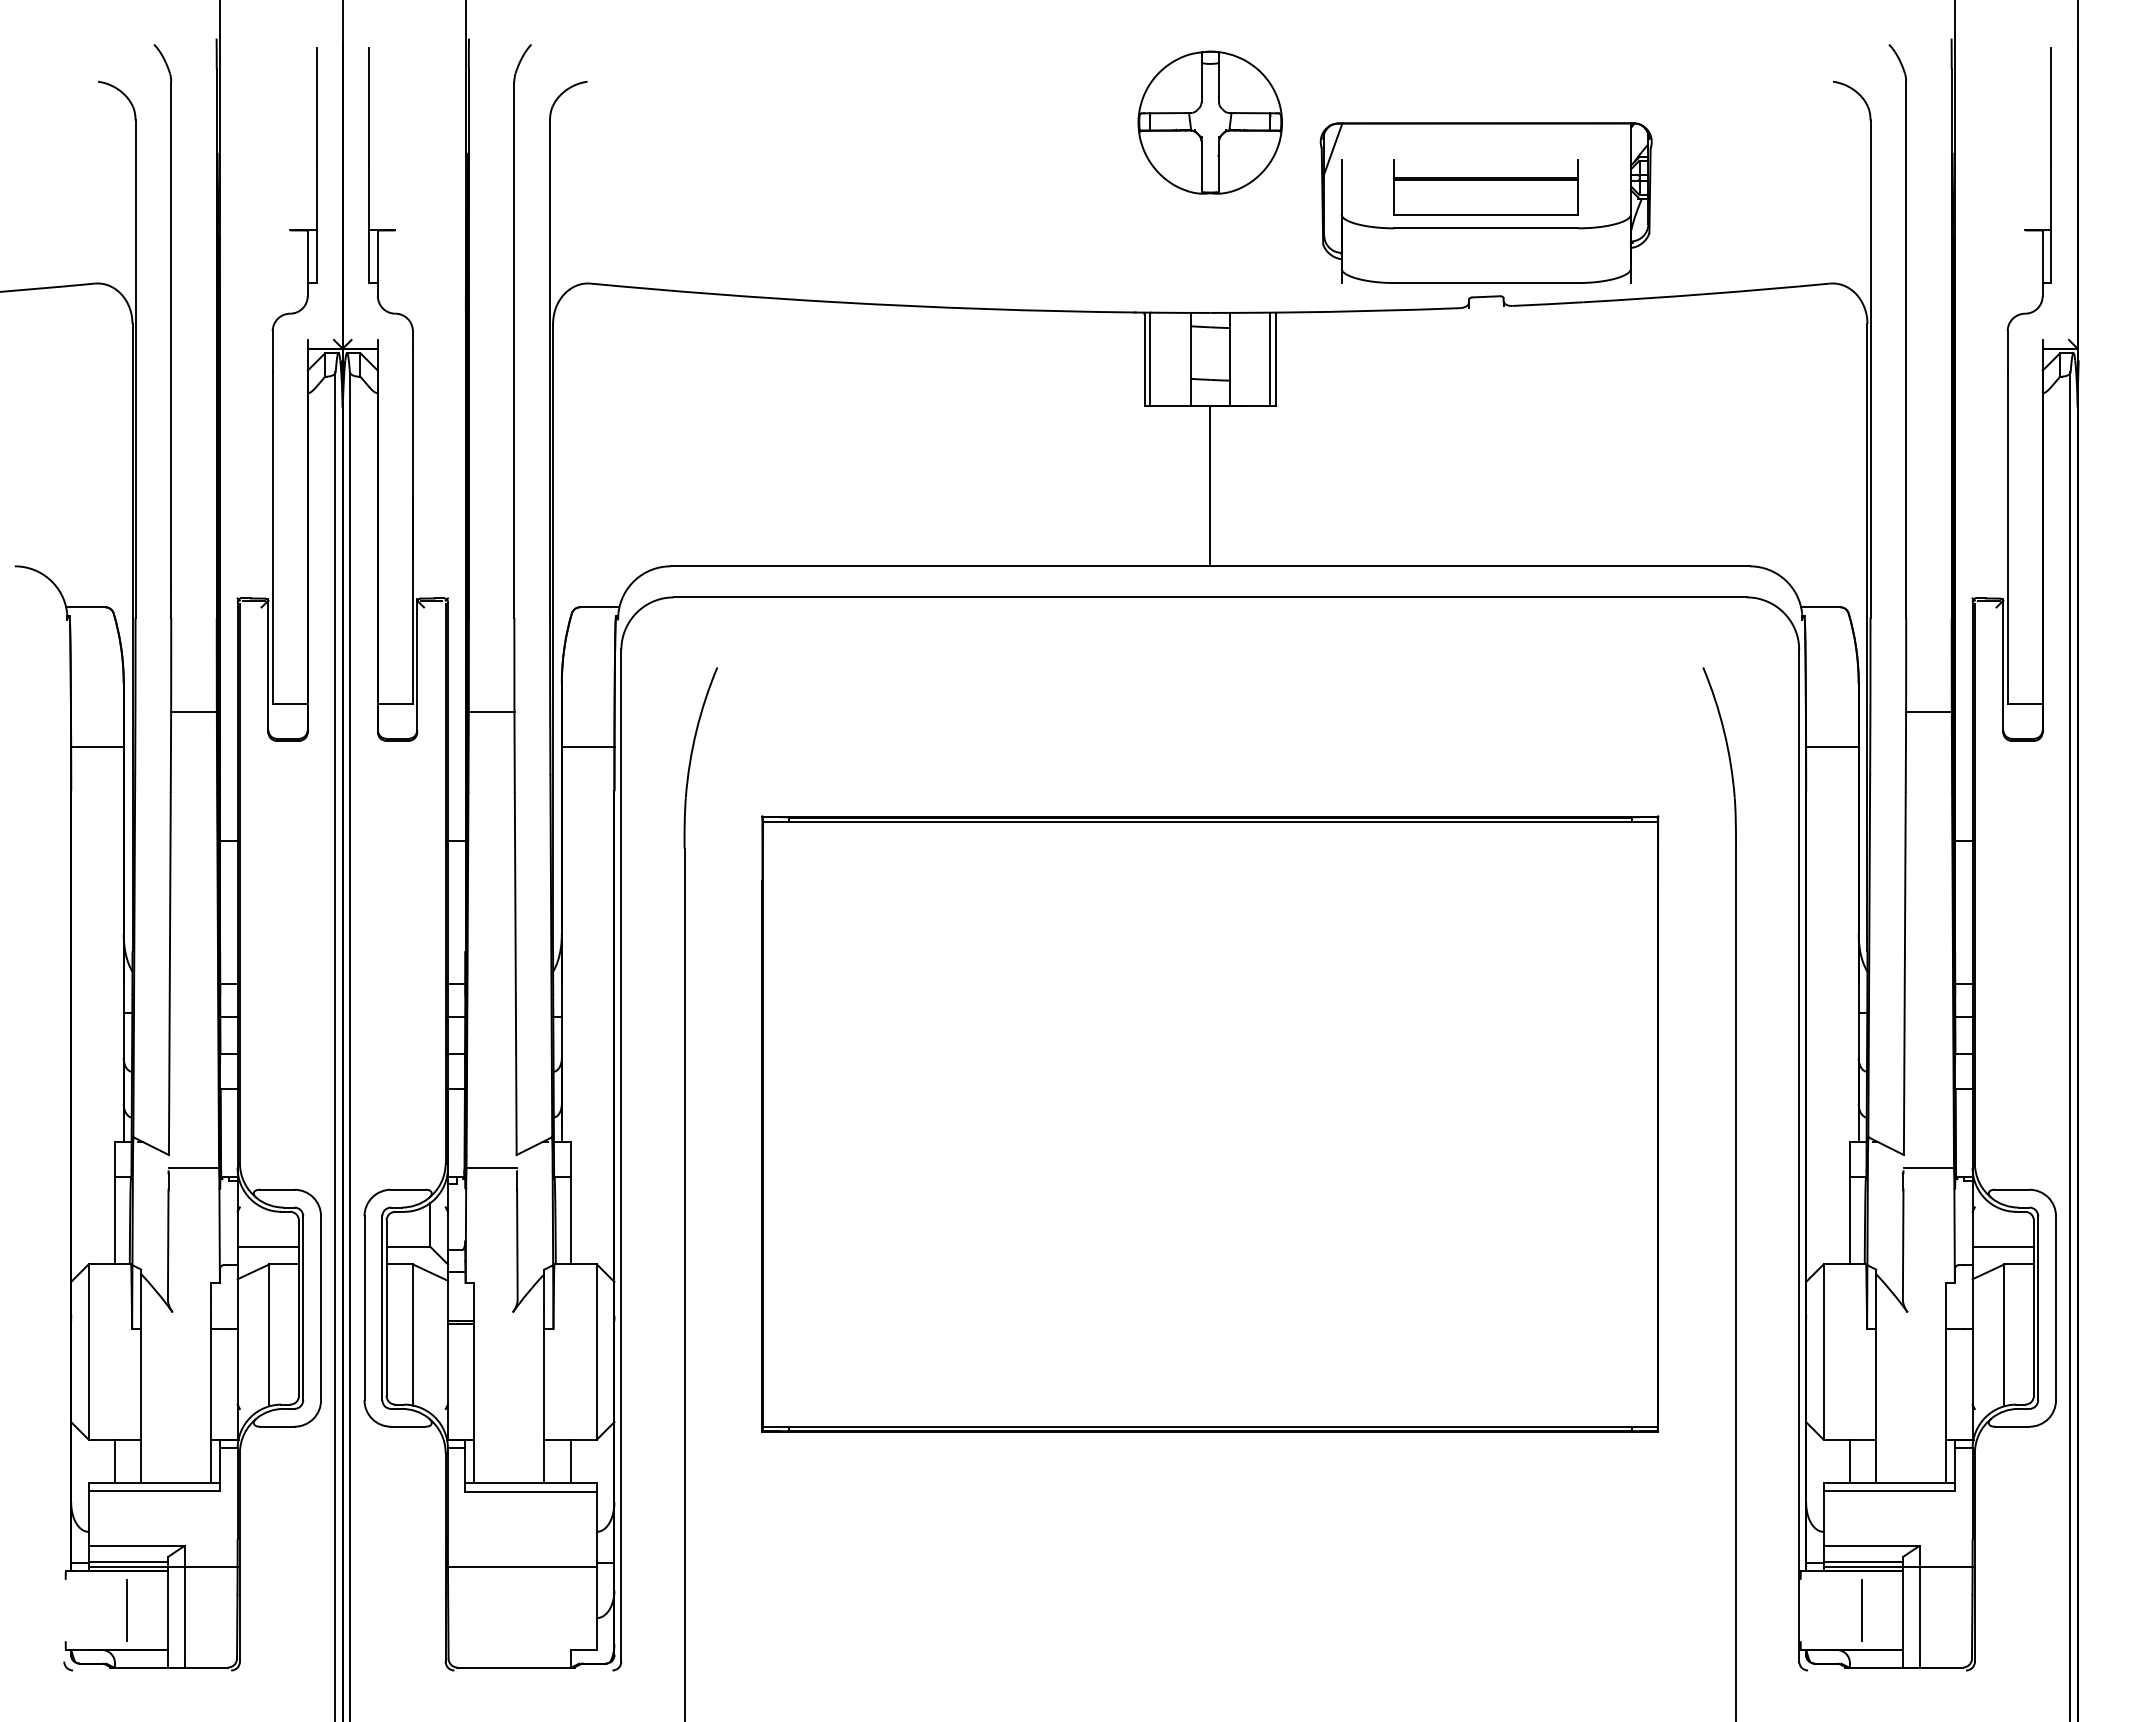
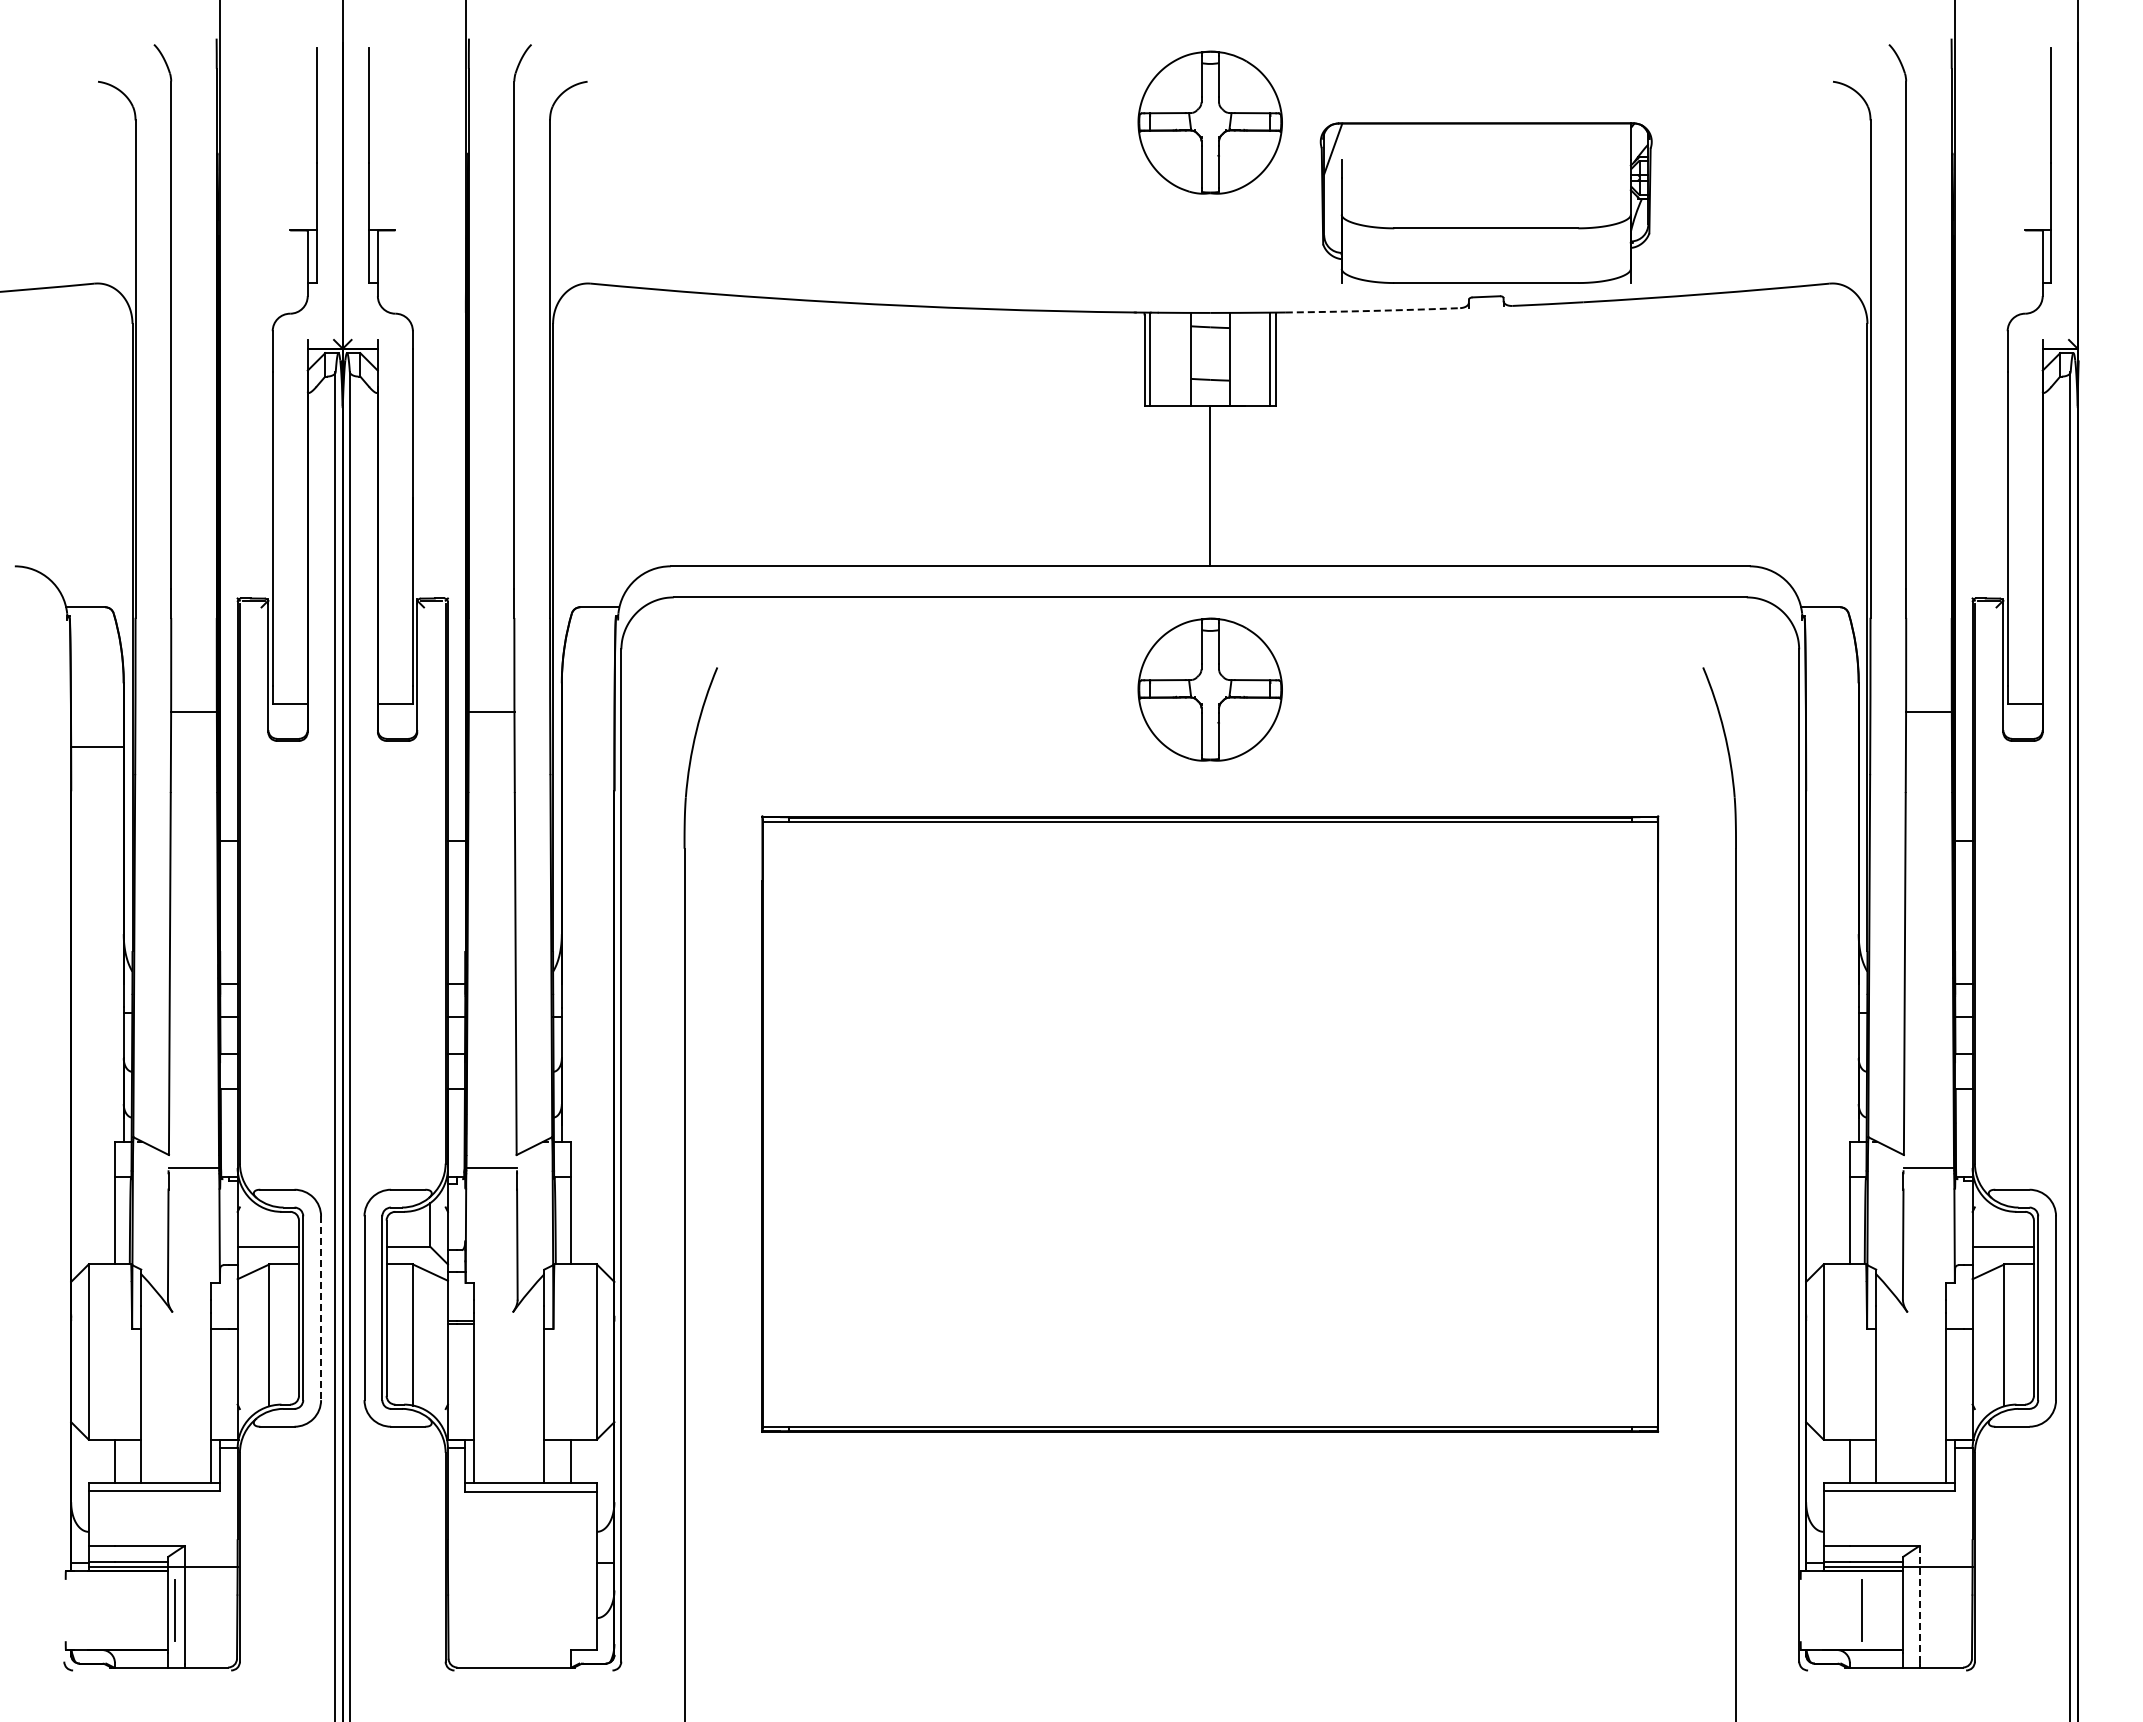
part at (1485, 187): present -> none
arc at (1373, 310): solid -> dashed
part at (1209, 689): none -> present
line at (587, 747): present -> none
line at (1832, 747): present -> none
line at (321, 1308): solid -> dashed
line at (521, 1566): present -> none
line at (1920, 1605): solid -> dashed
line at (126, 1610) position: (126, 1610) -> (174, 1610)
